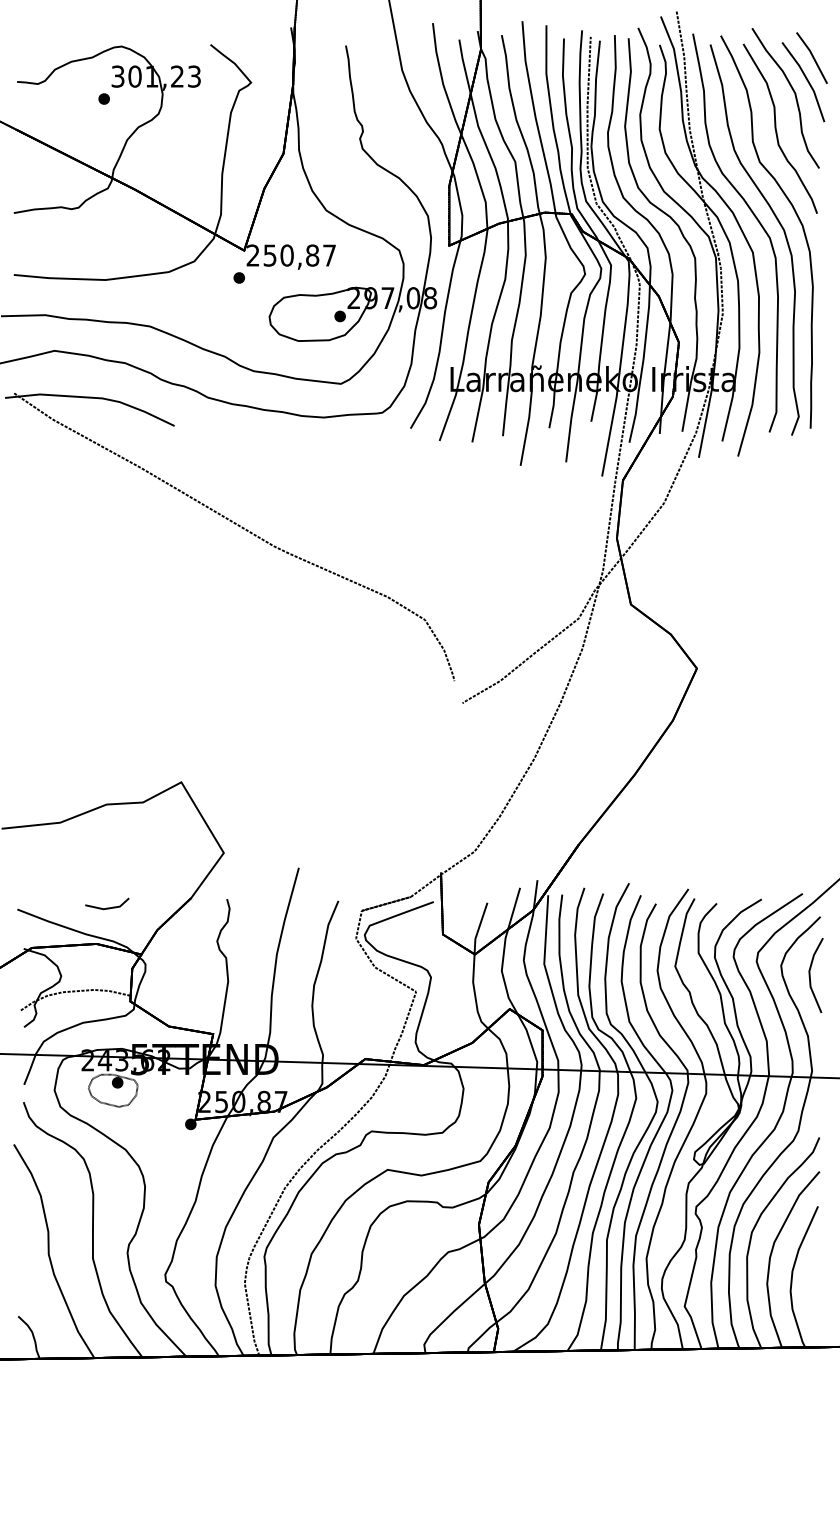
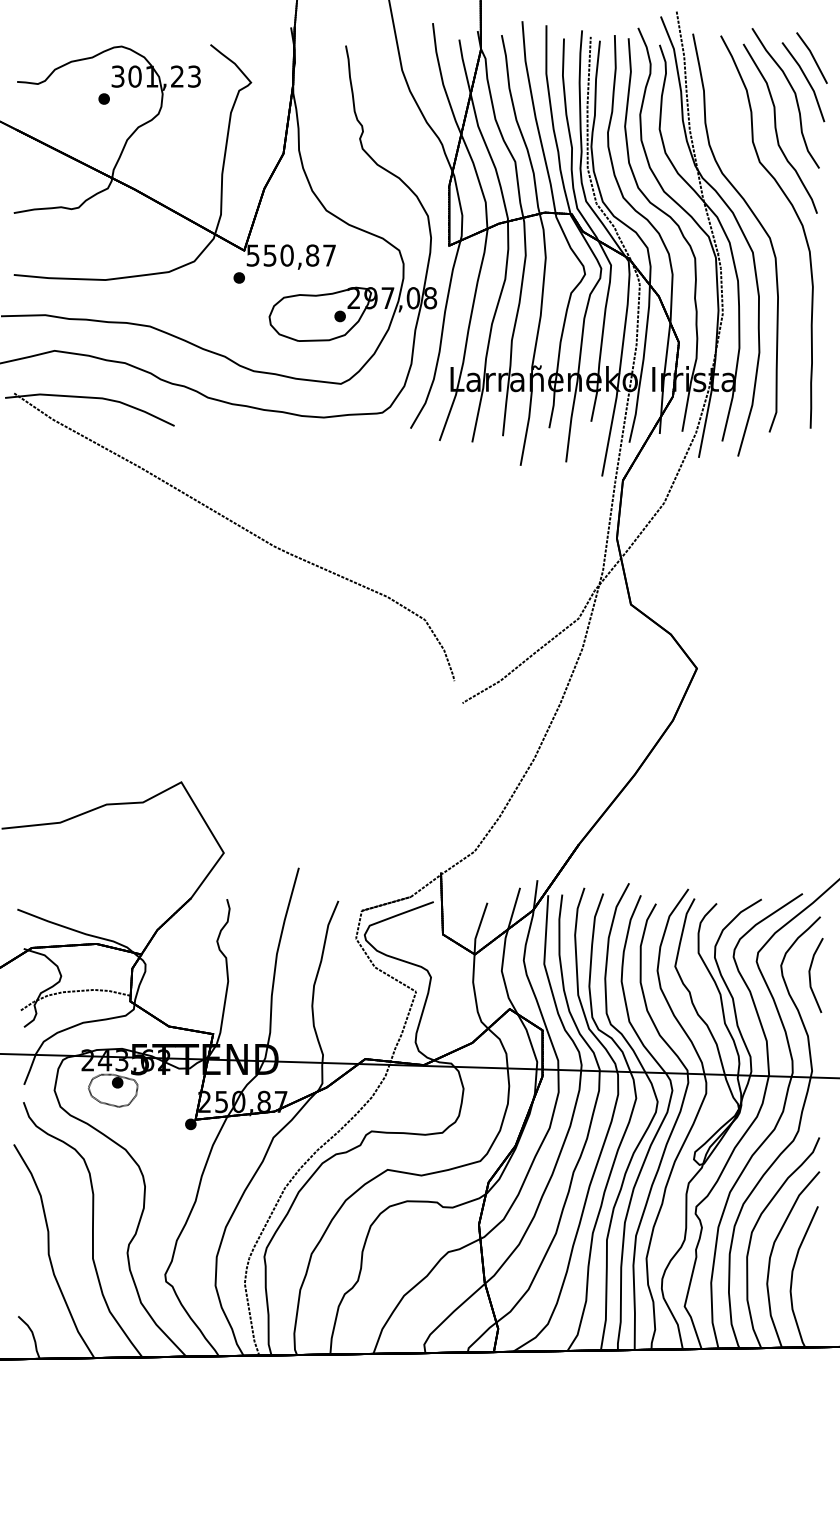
part at (780, 226): present -> none
text at (252, 255): 250,87 -> 550,87
line at (107, 907): present -> none
